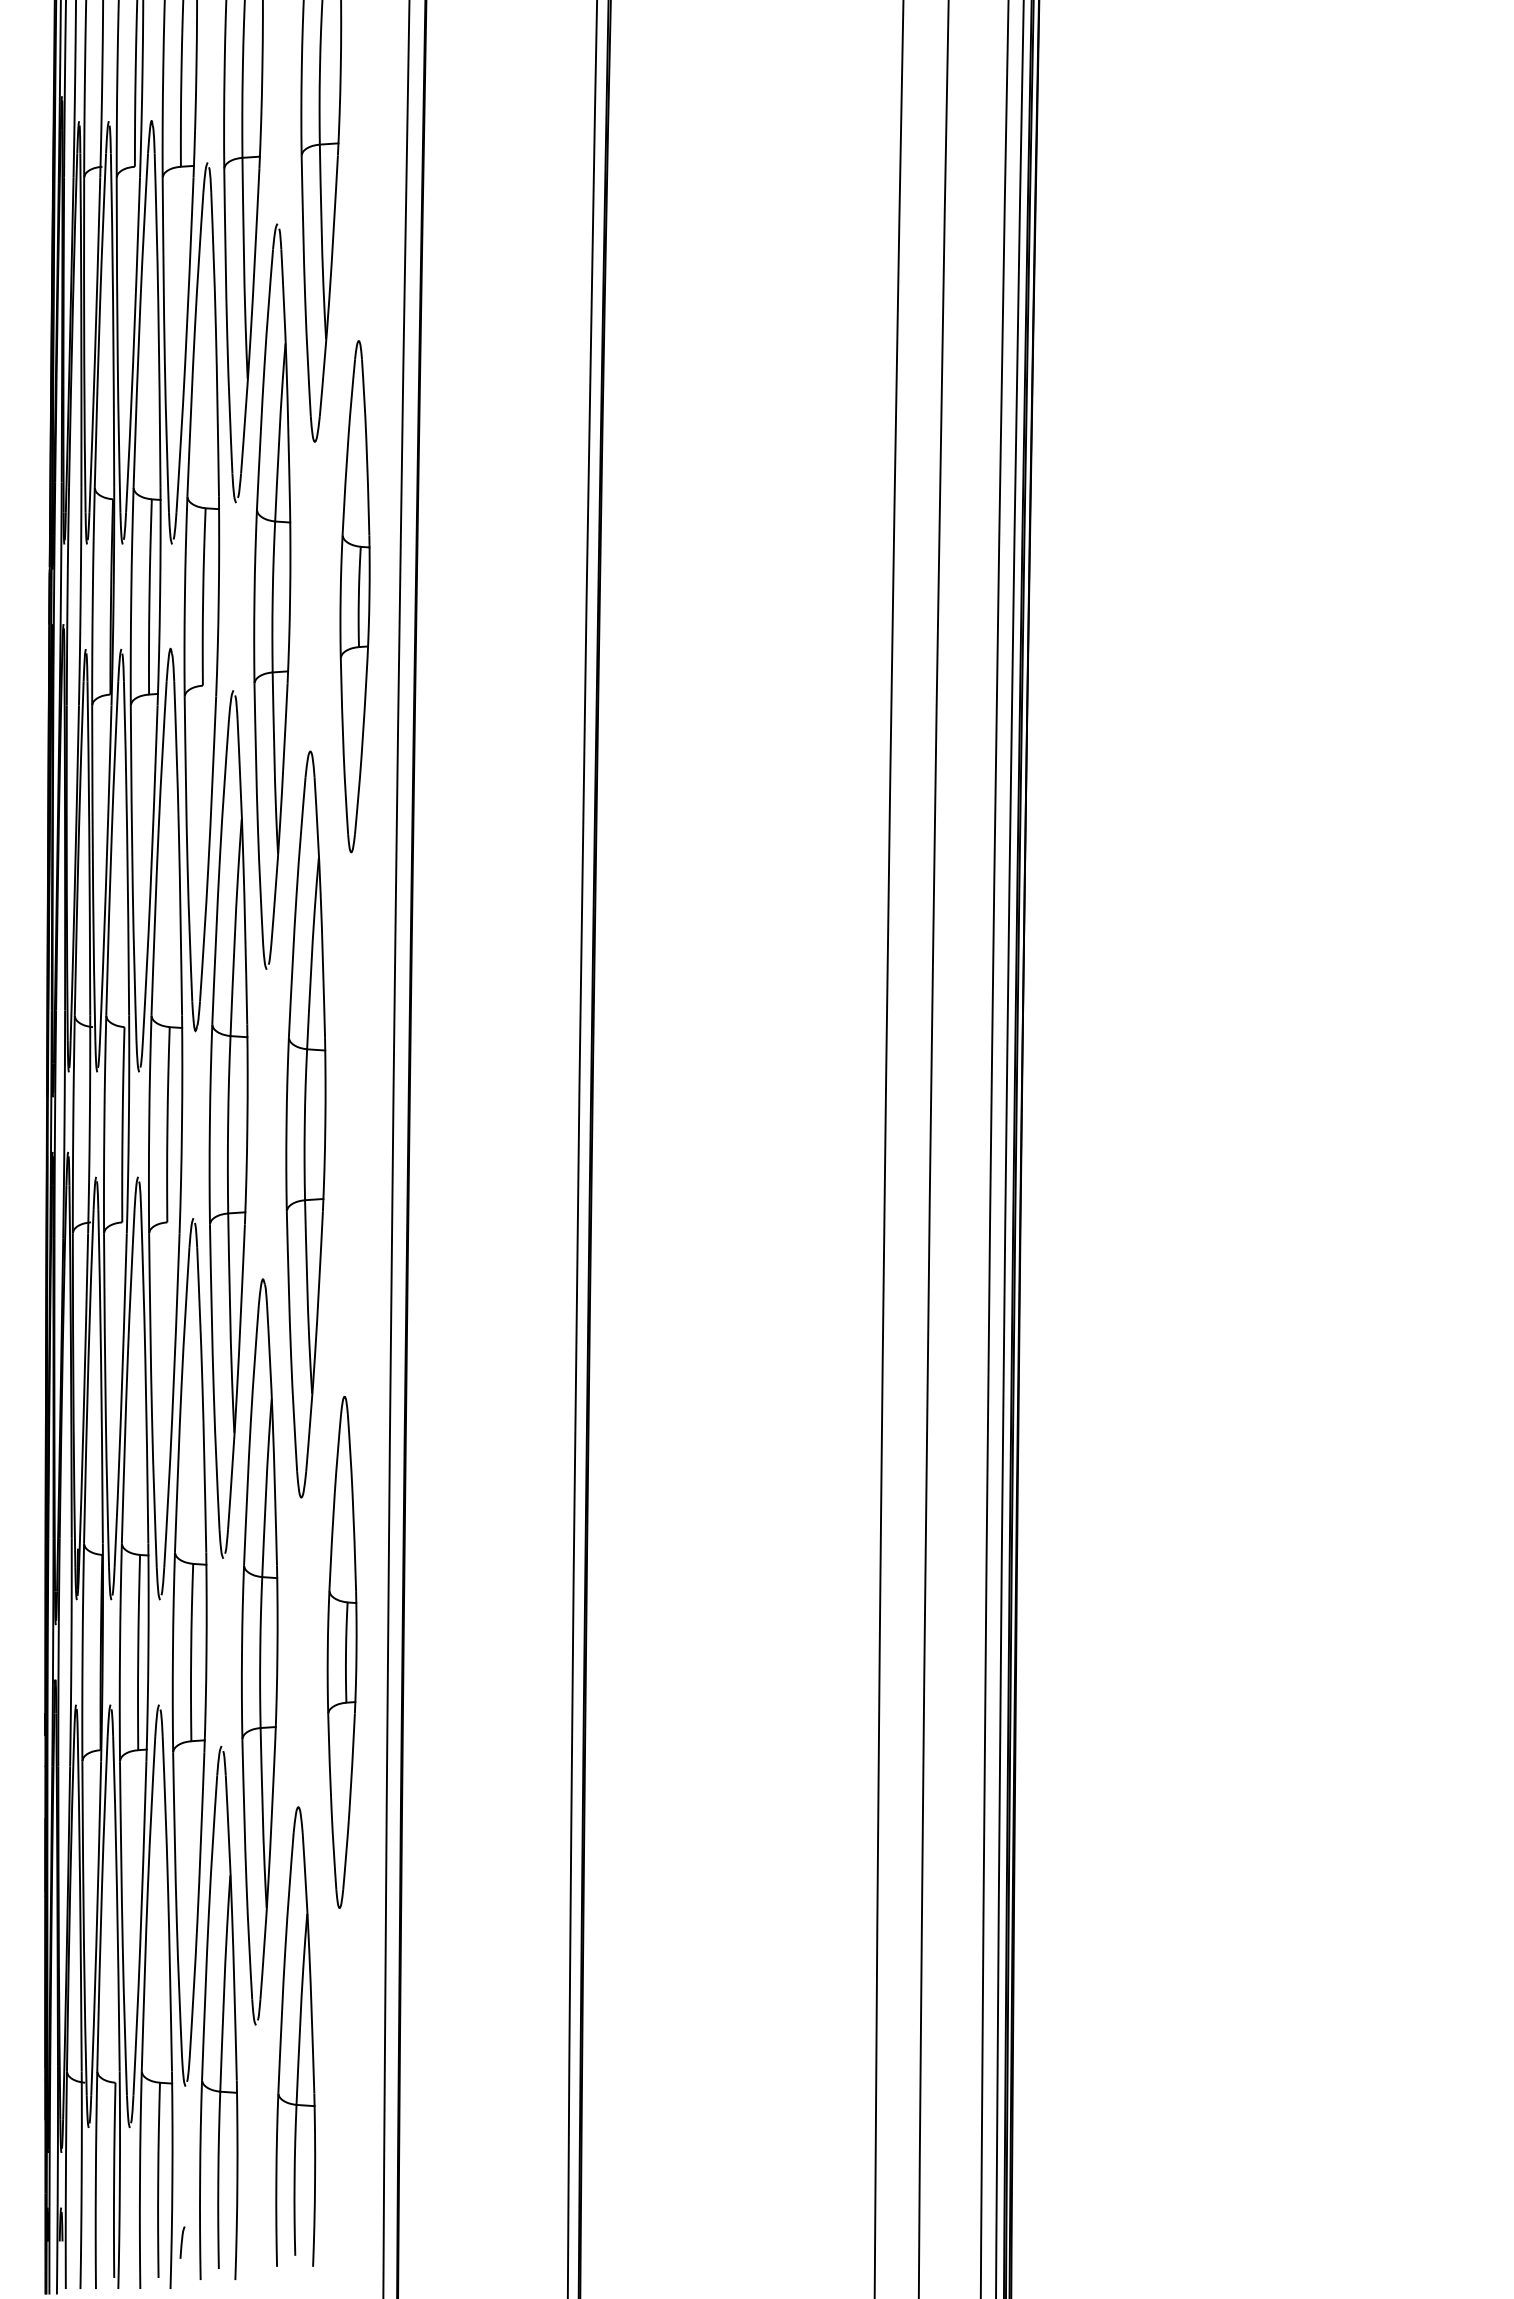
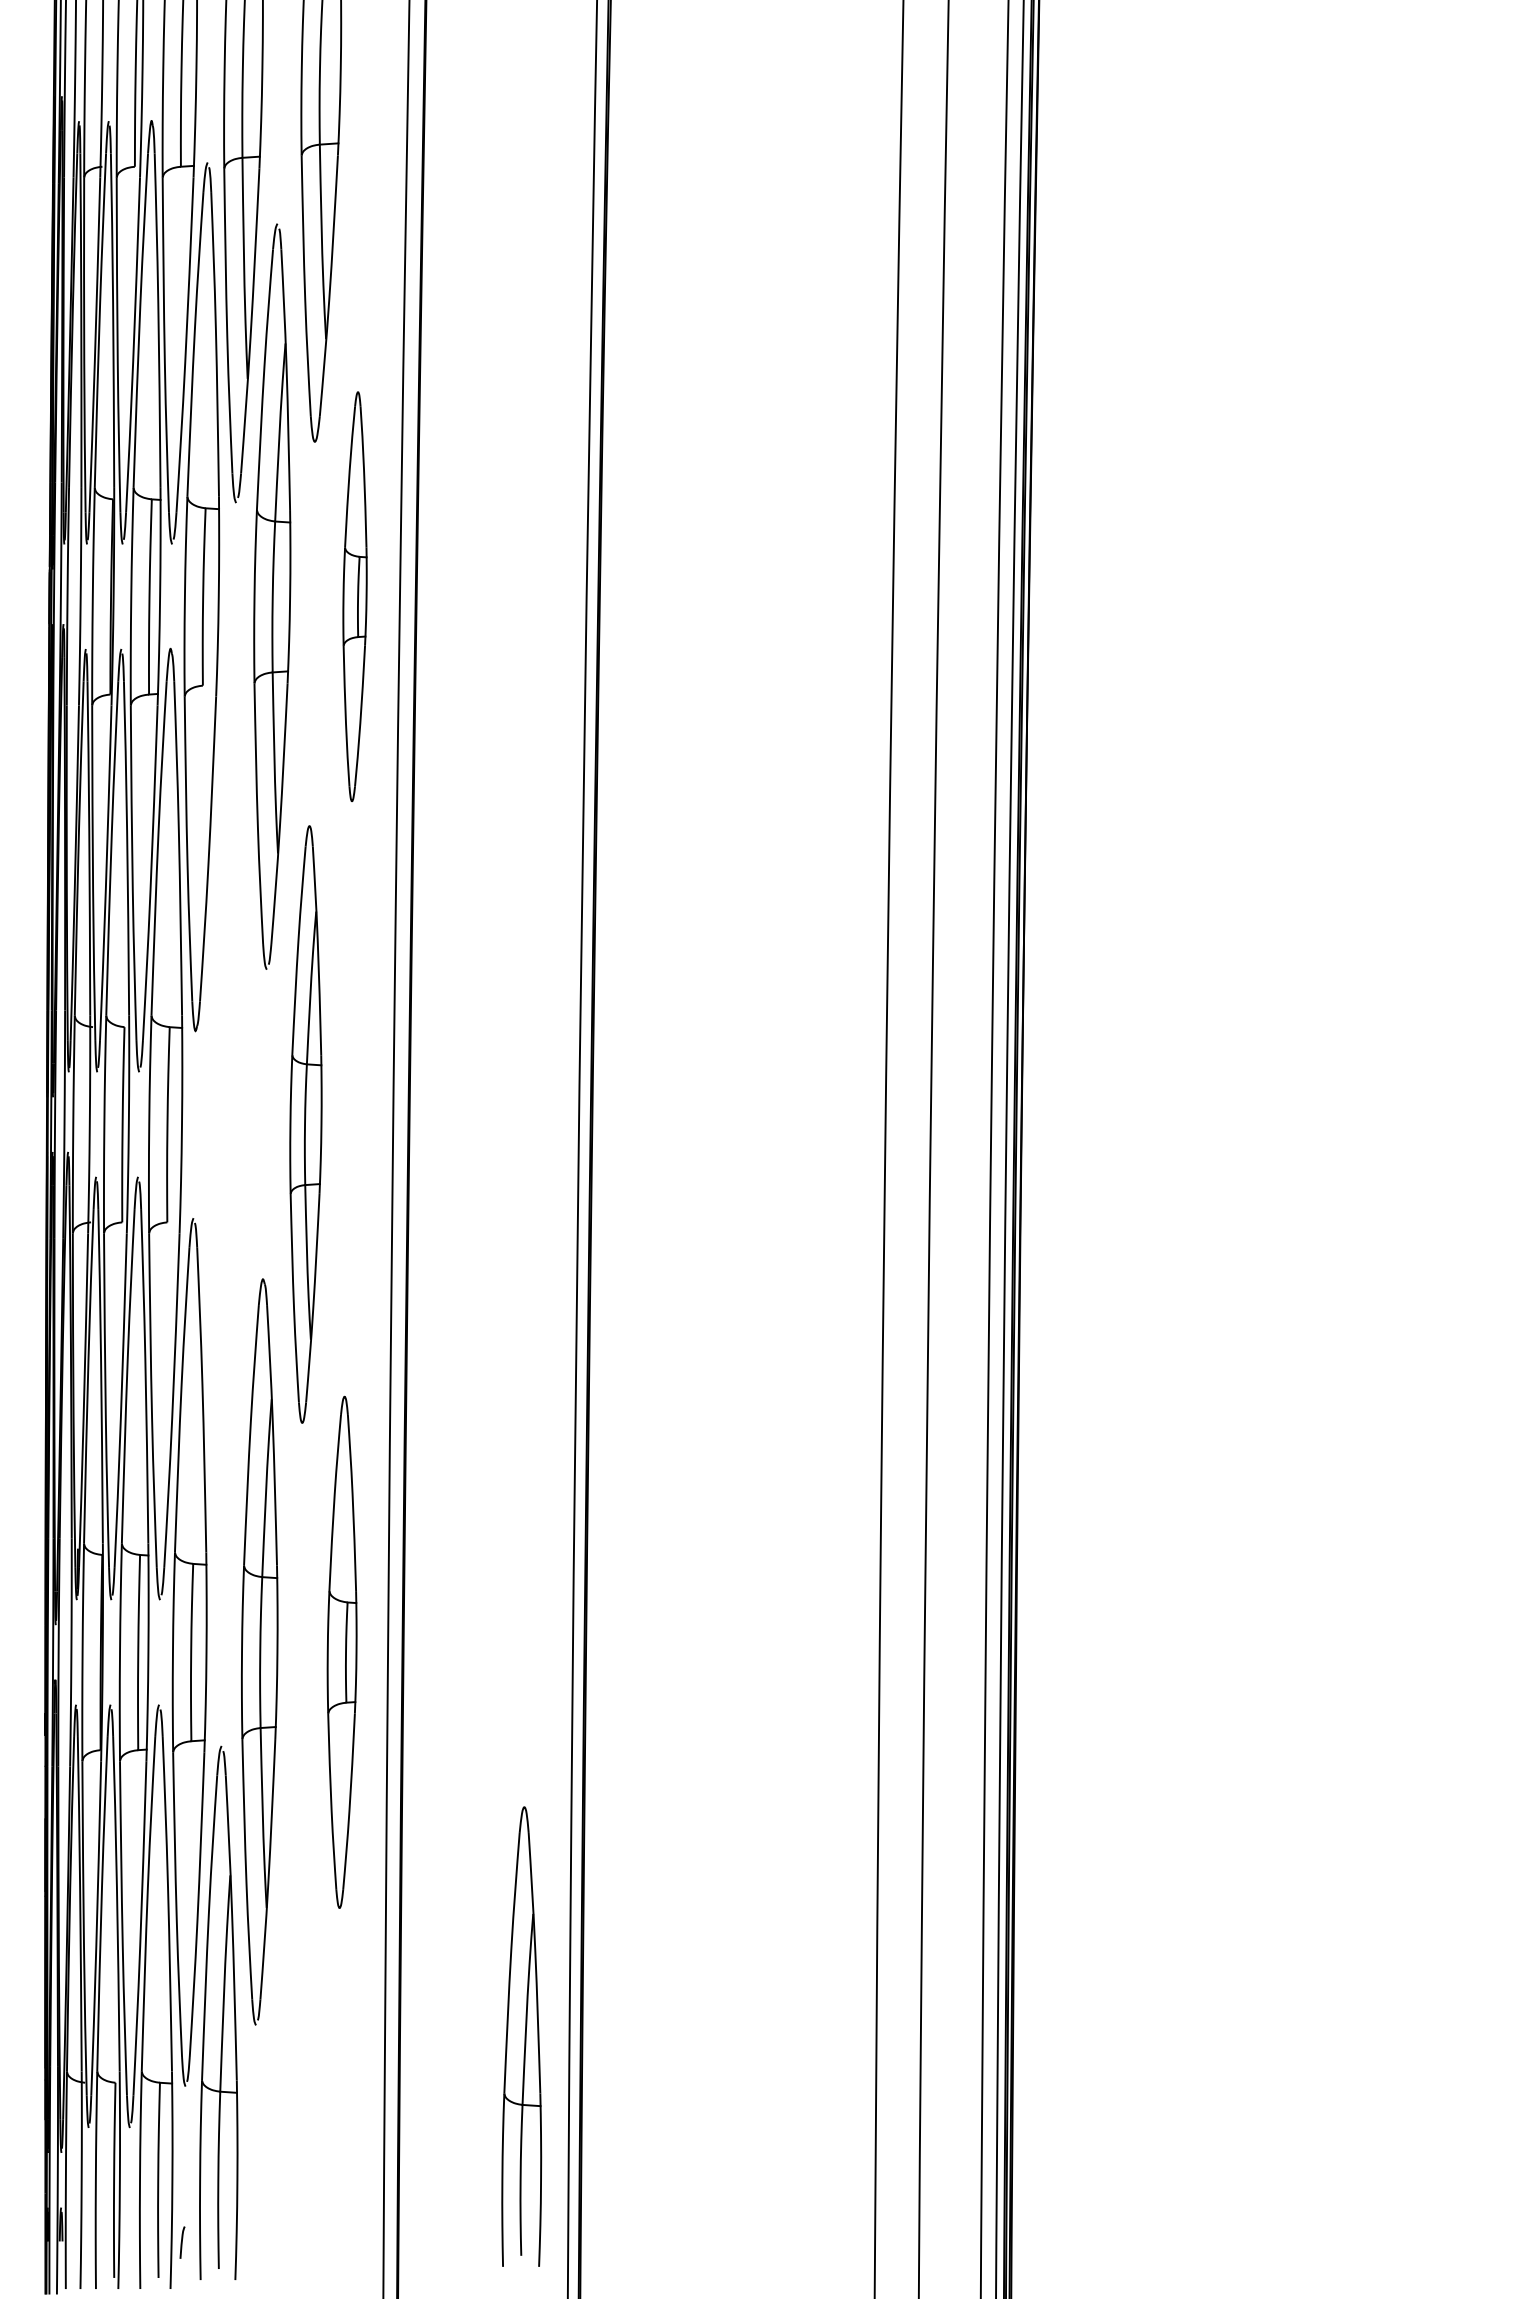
part at (354, 596) size: 32x514 px -> 26x412 px
part at (228, 1124): present -> none
part at (305, 1124) size: 42x749 px -> 34x599 px
part at (295, 2036) position: (295, 2036) -> (521, 2036)
